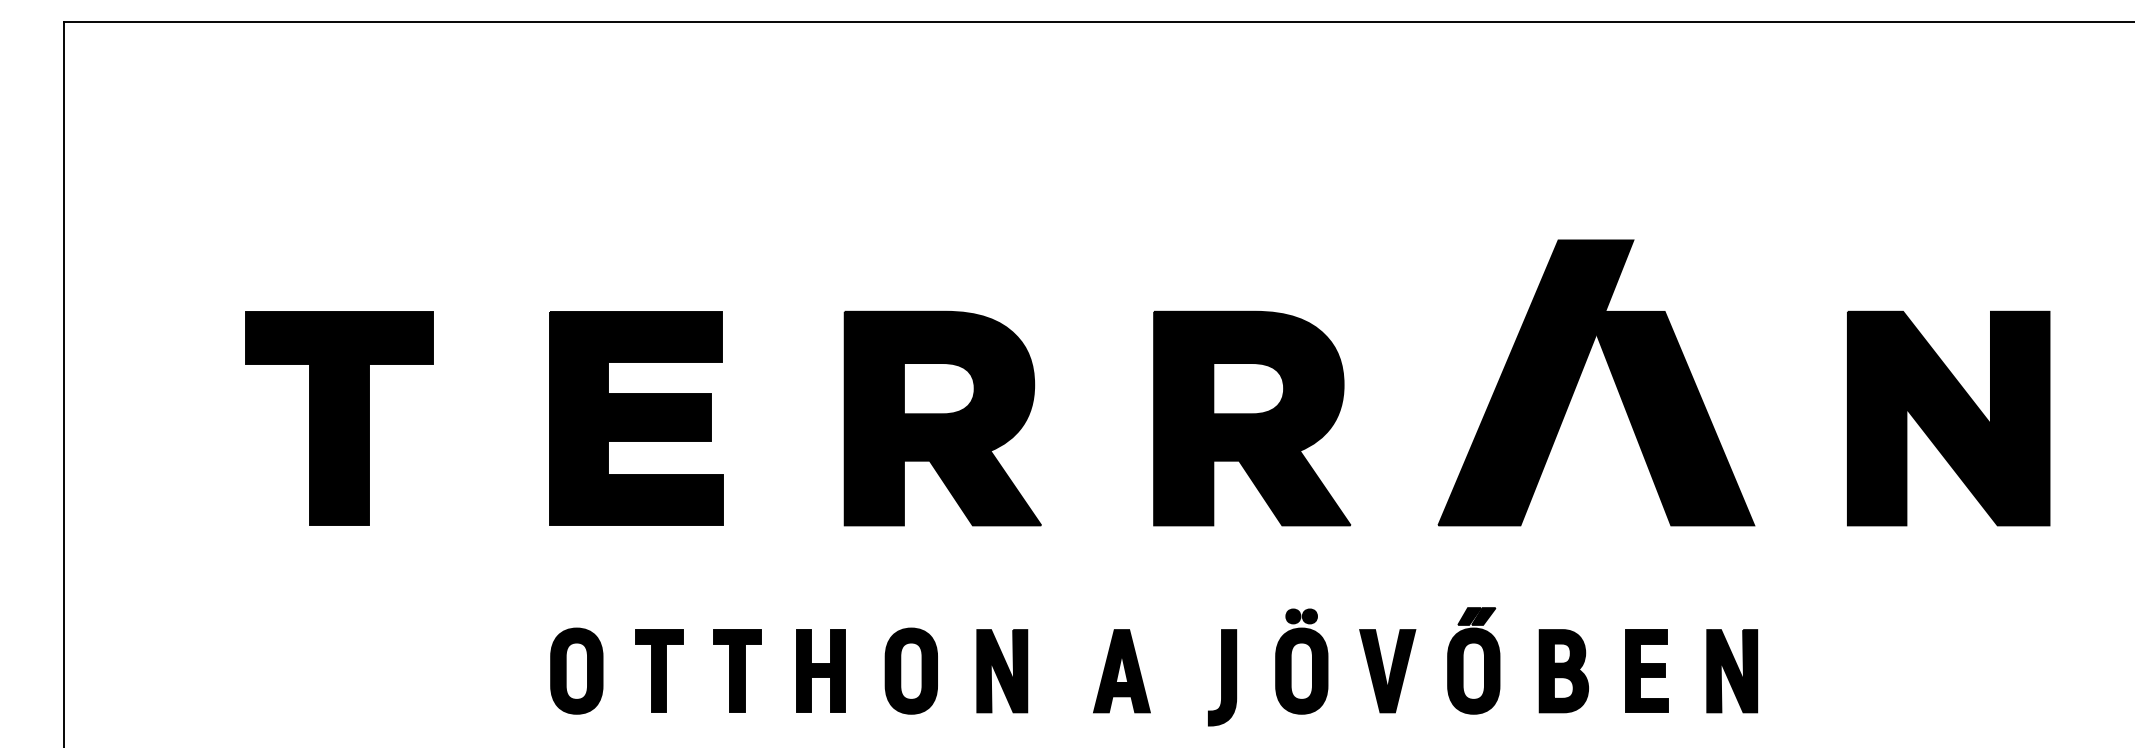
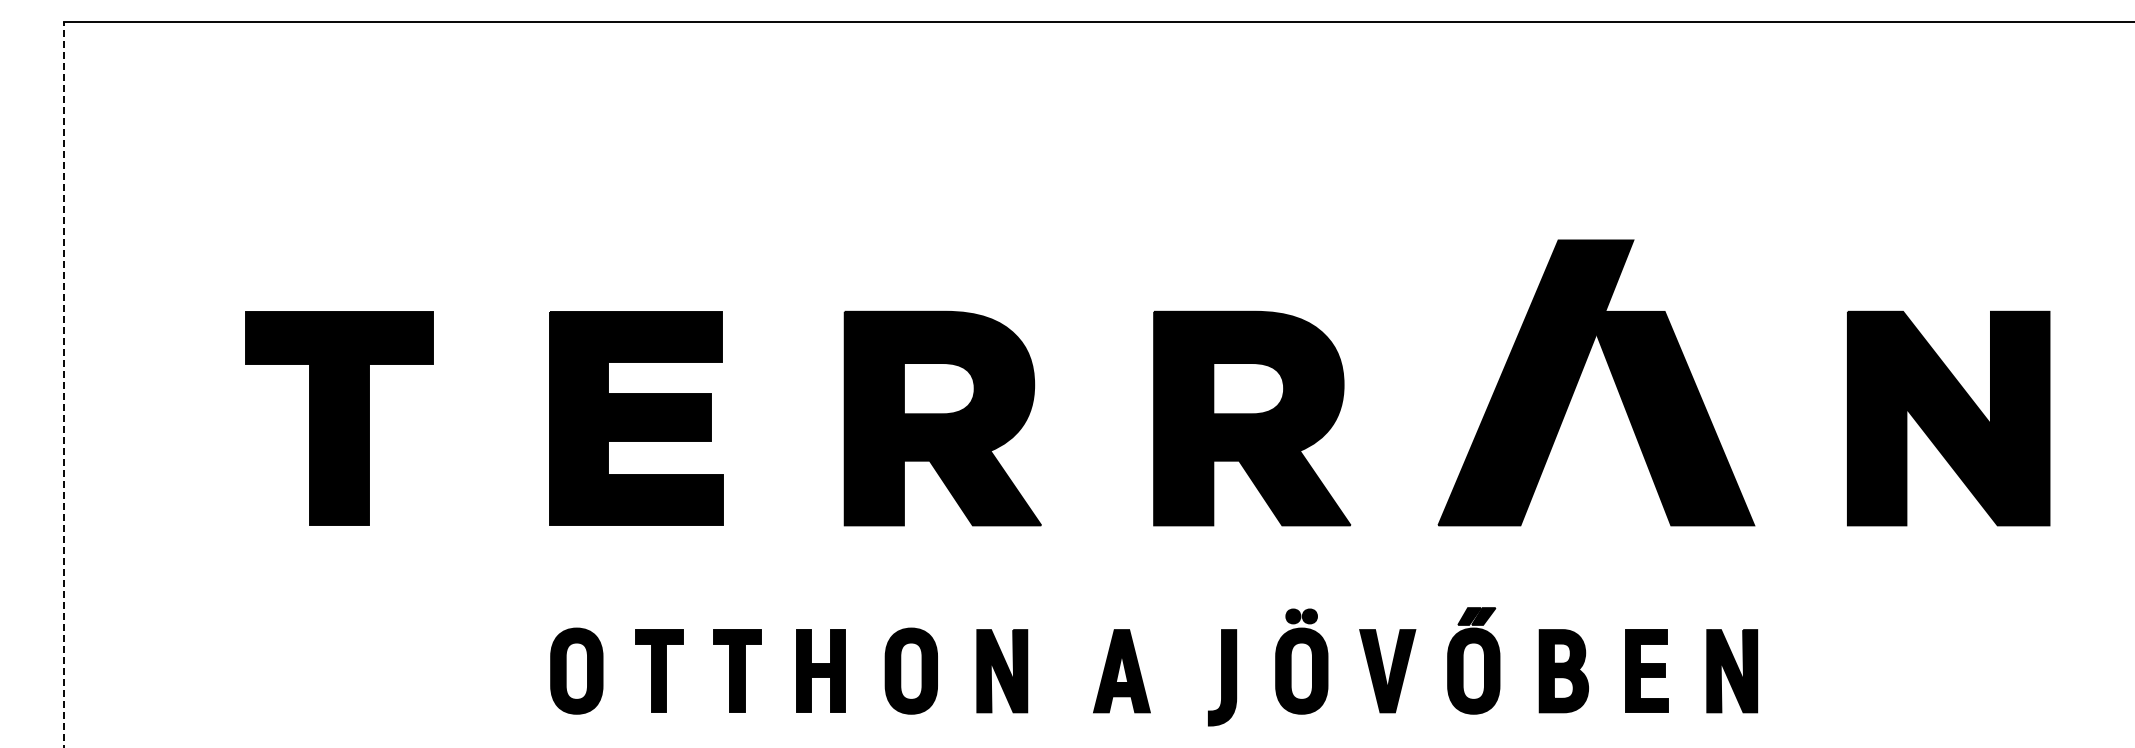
line at (63, 384): solid -> dashed
